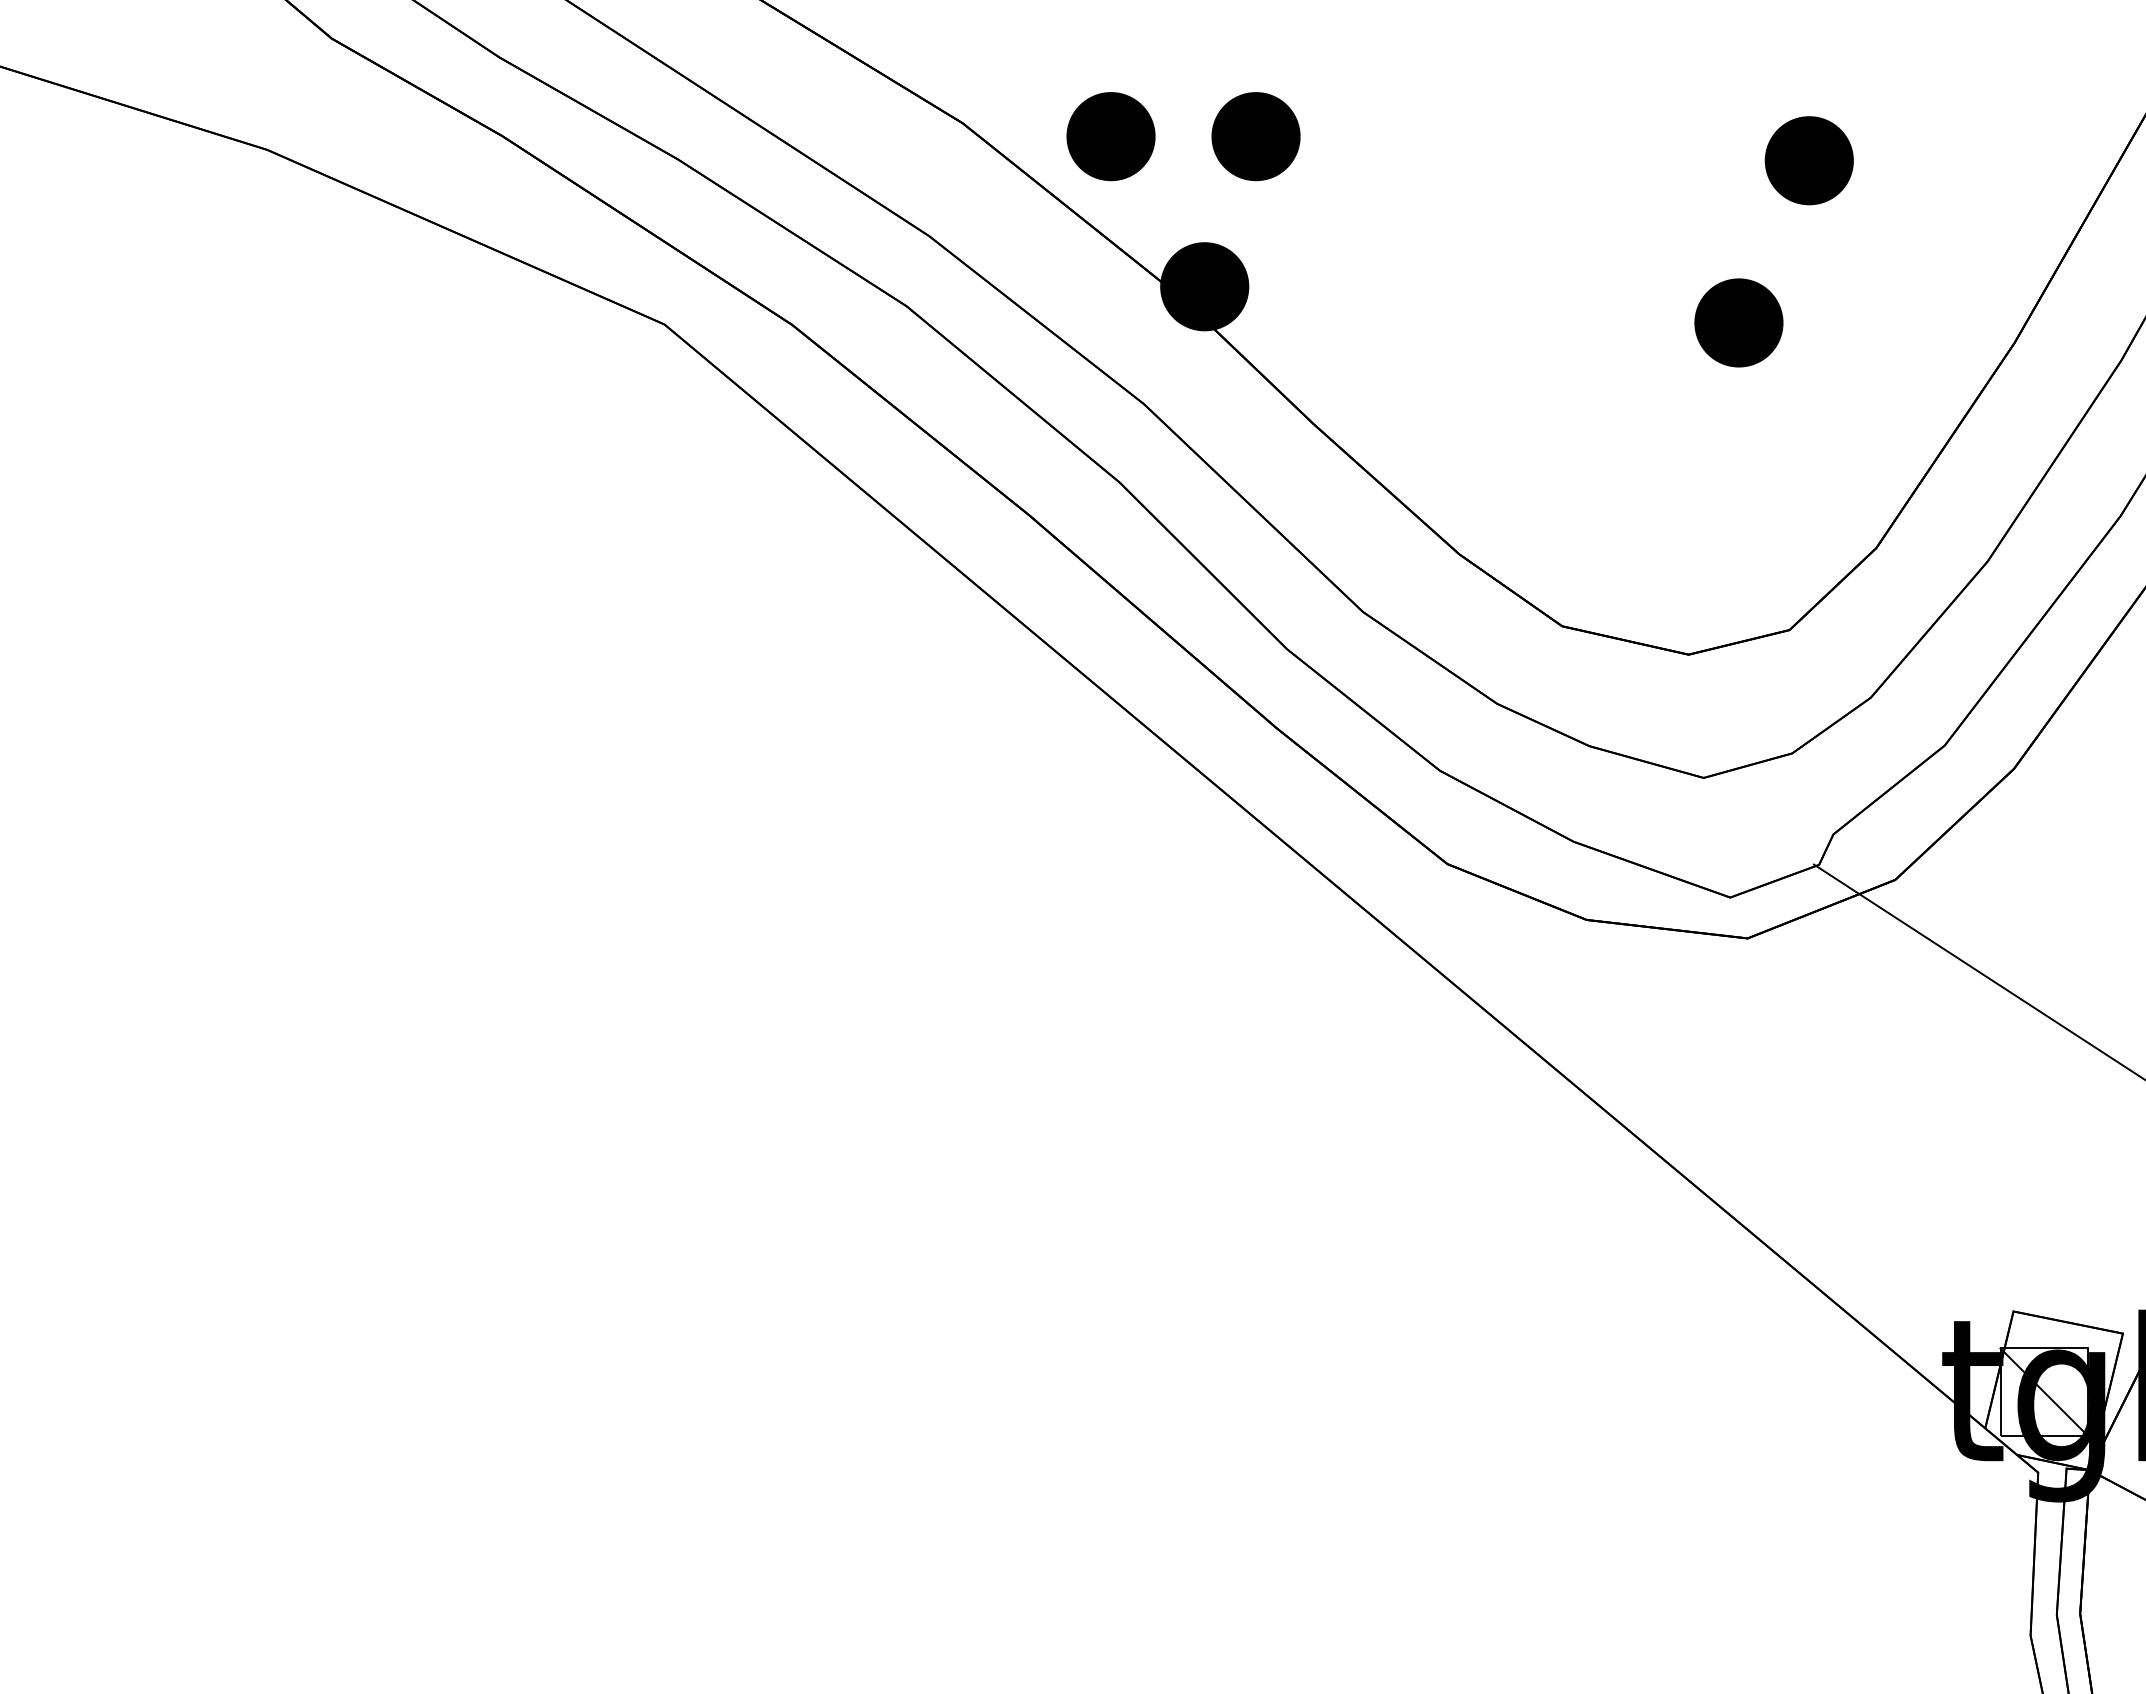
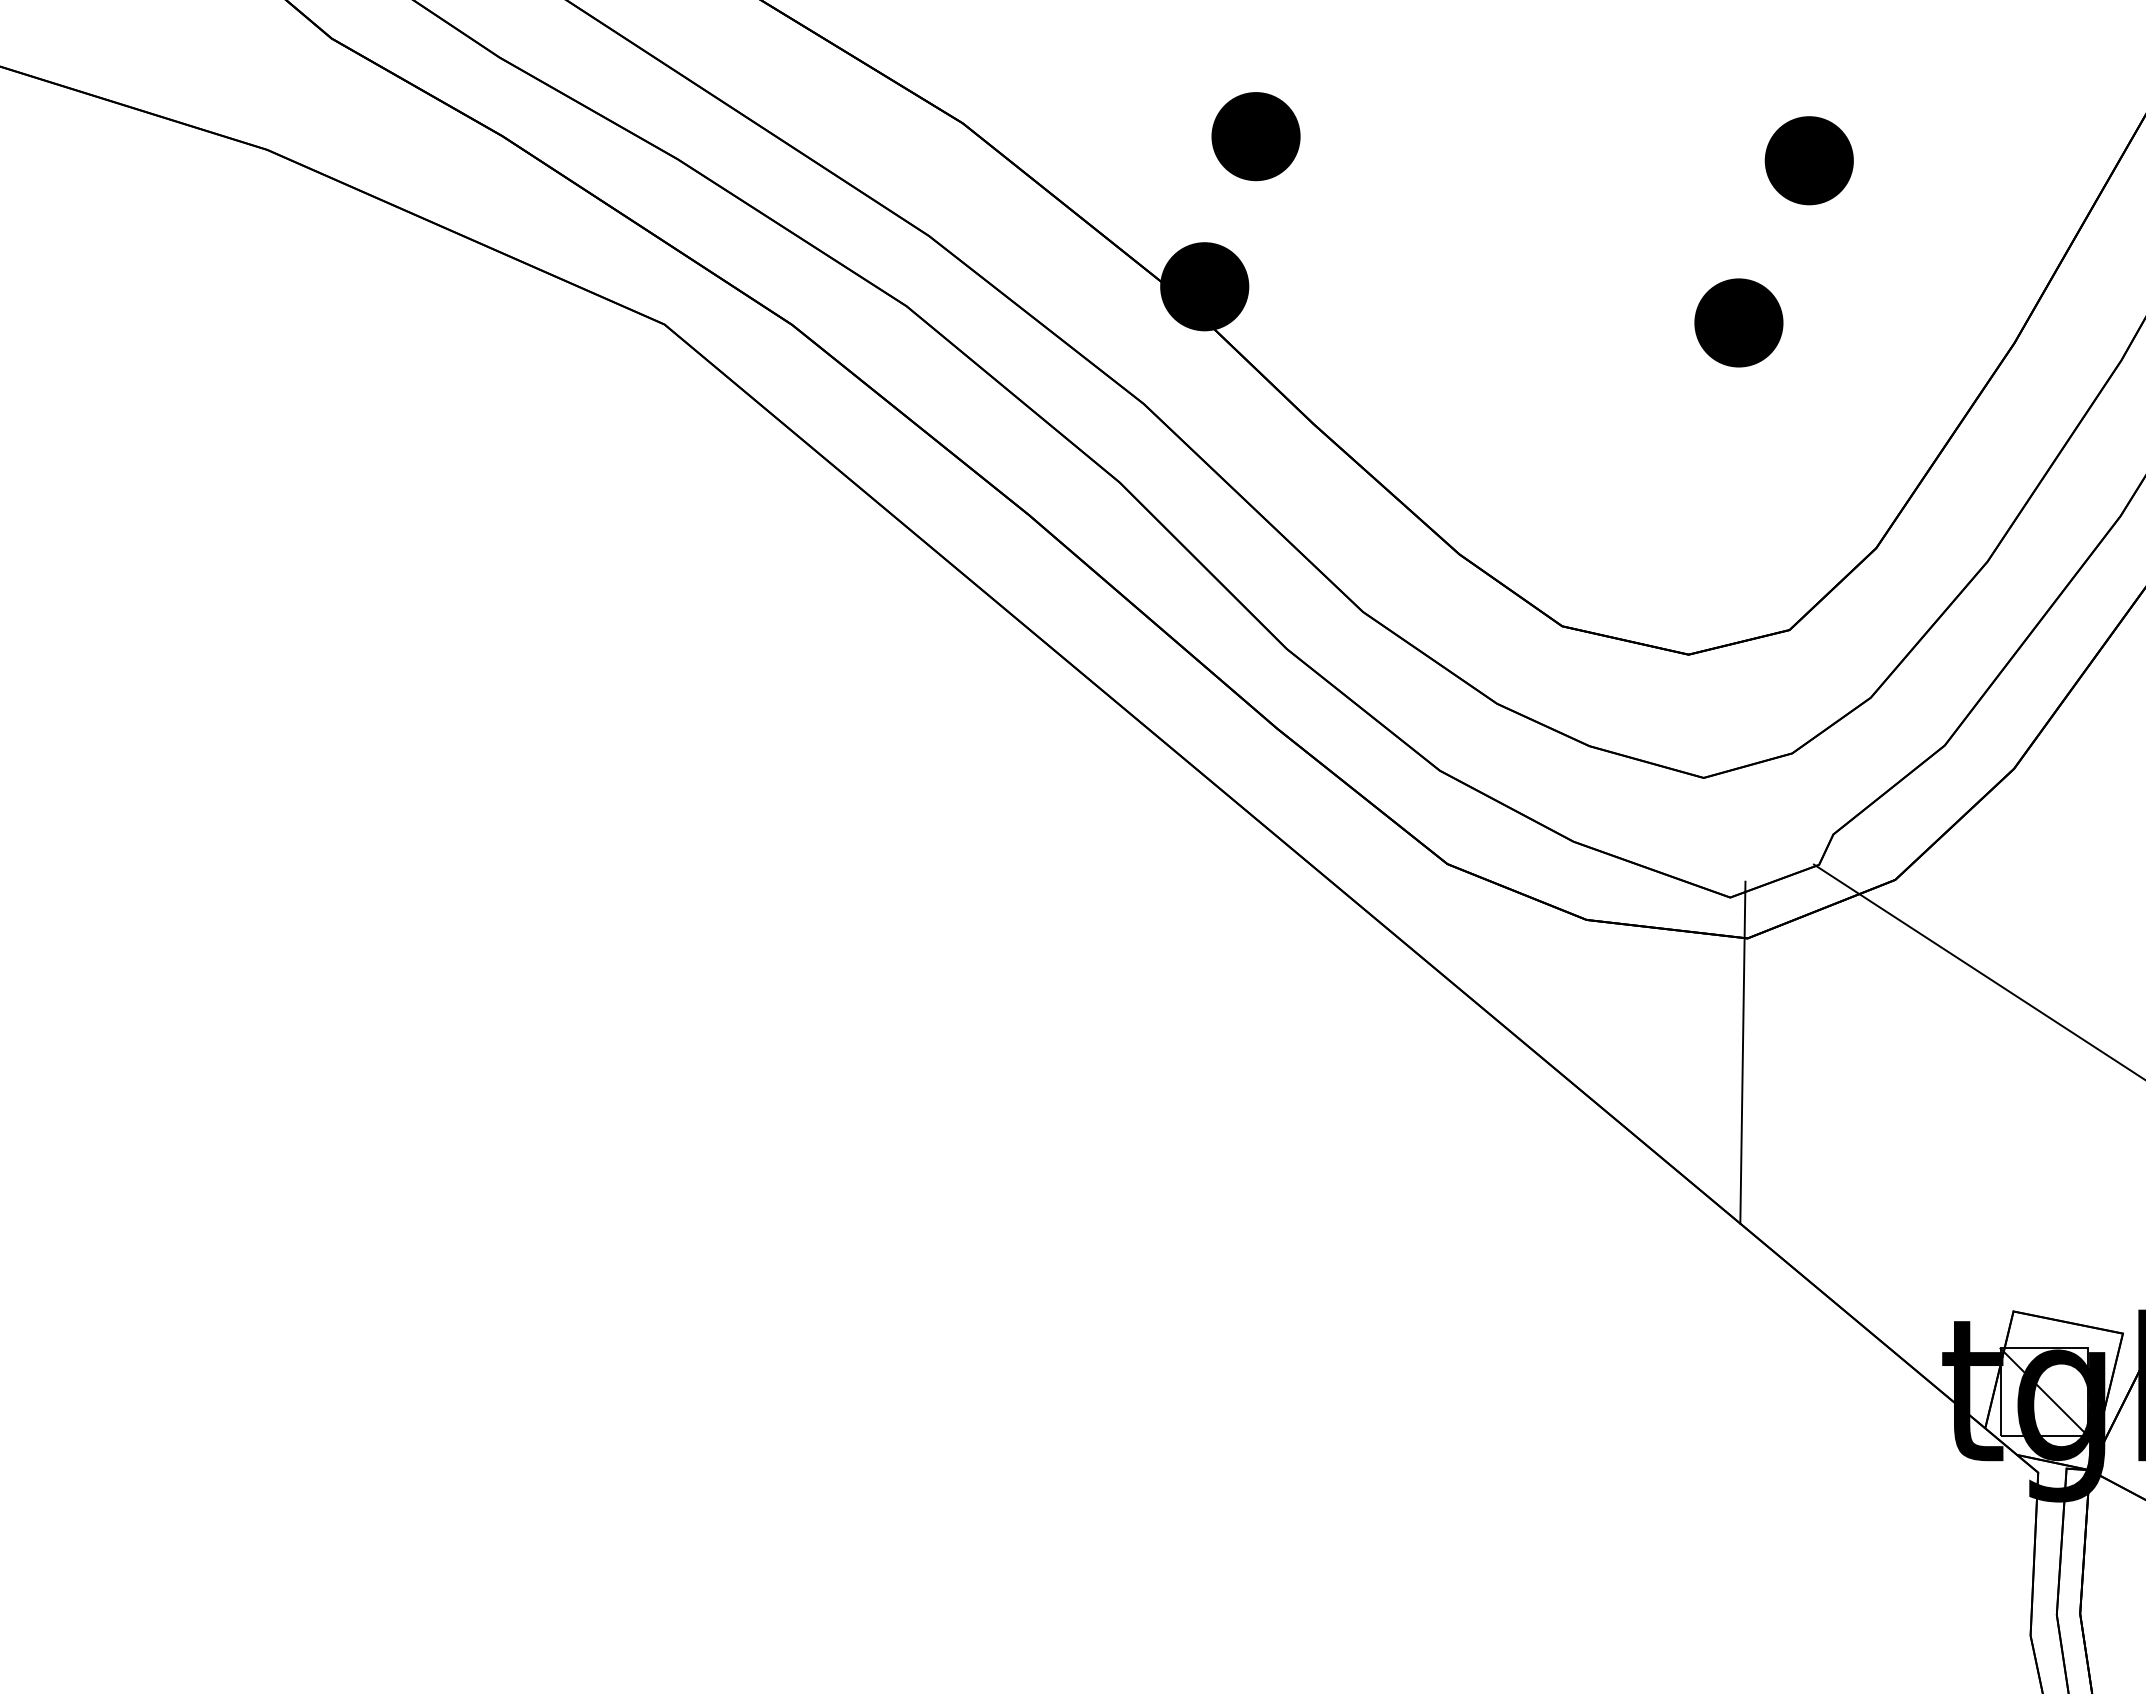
part at (1110, 136): present -> none
line at (1742, 1052): none -> present
